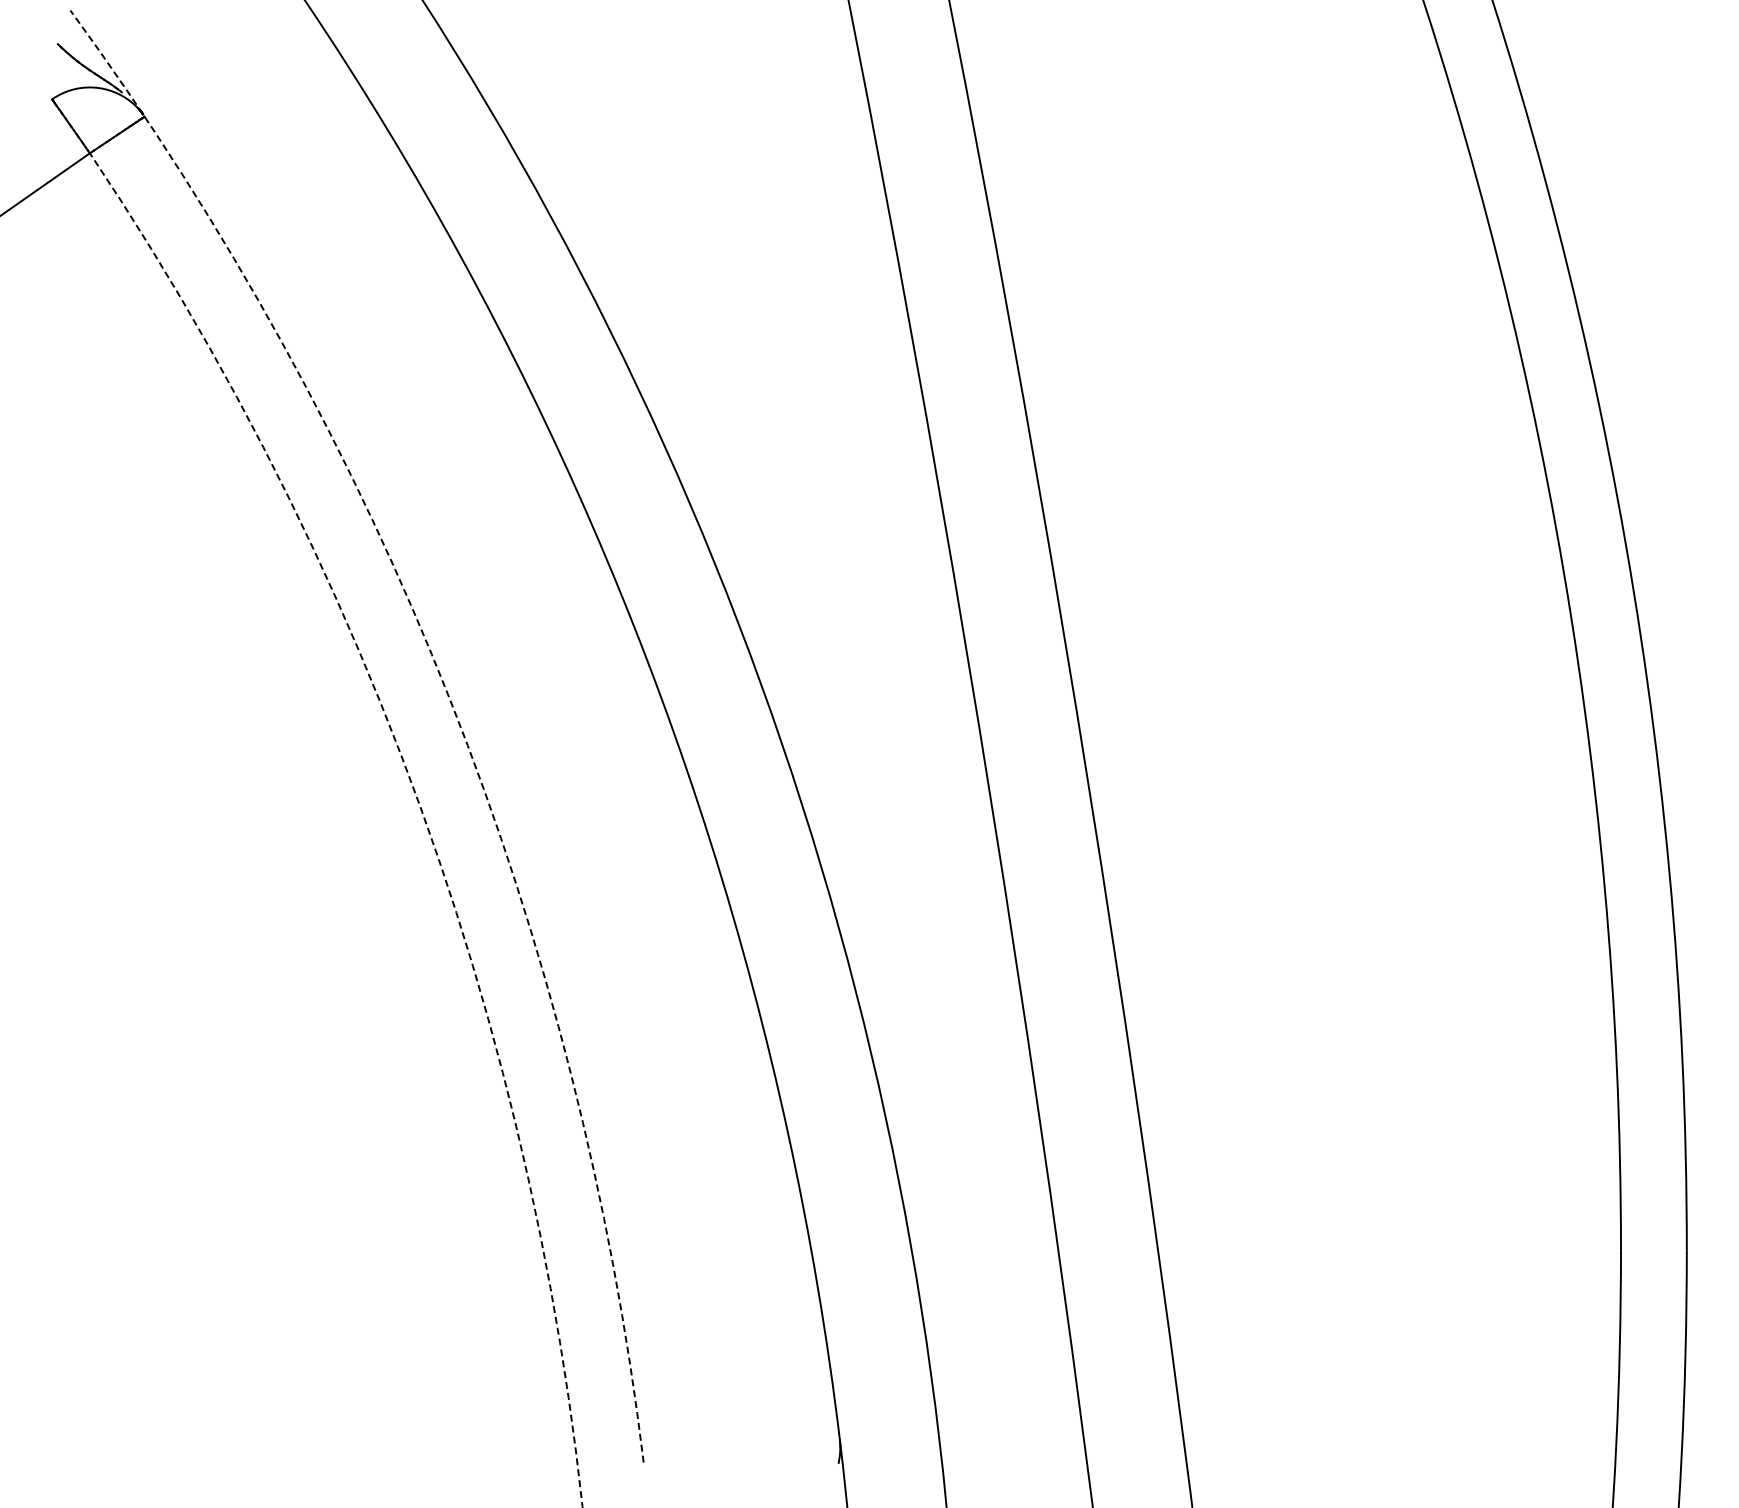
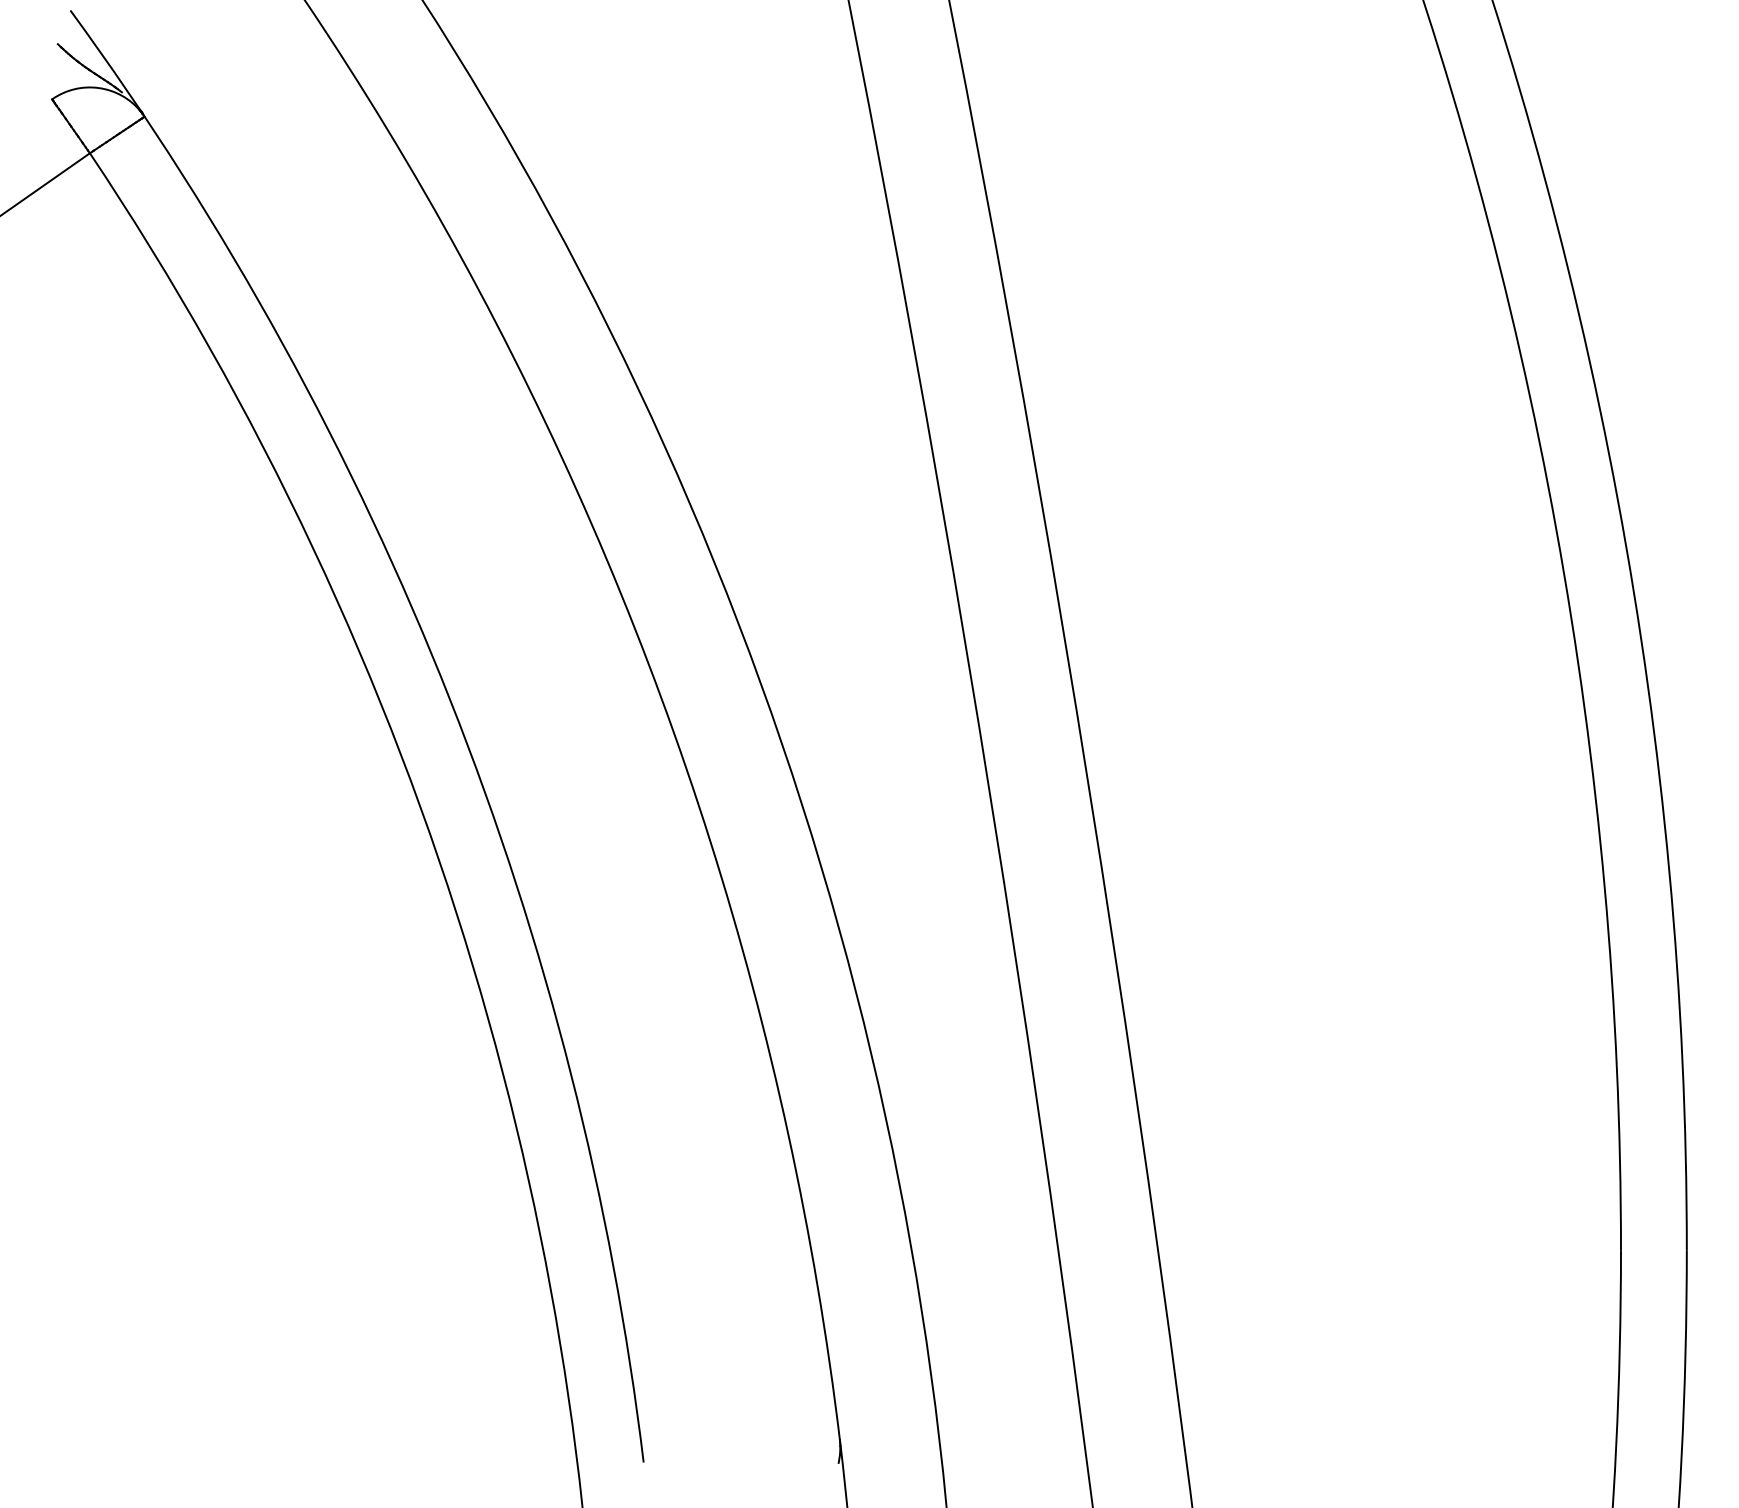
arc at (450, 699): dashed -> solid
arc at (417, 798): dashed -> solid
